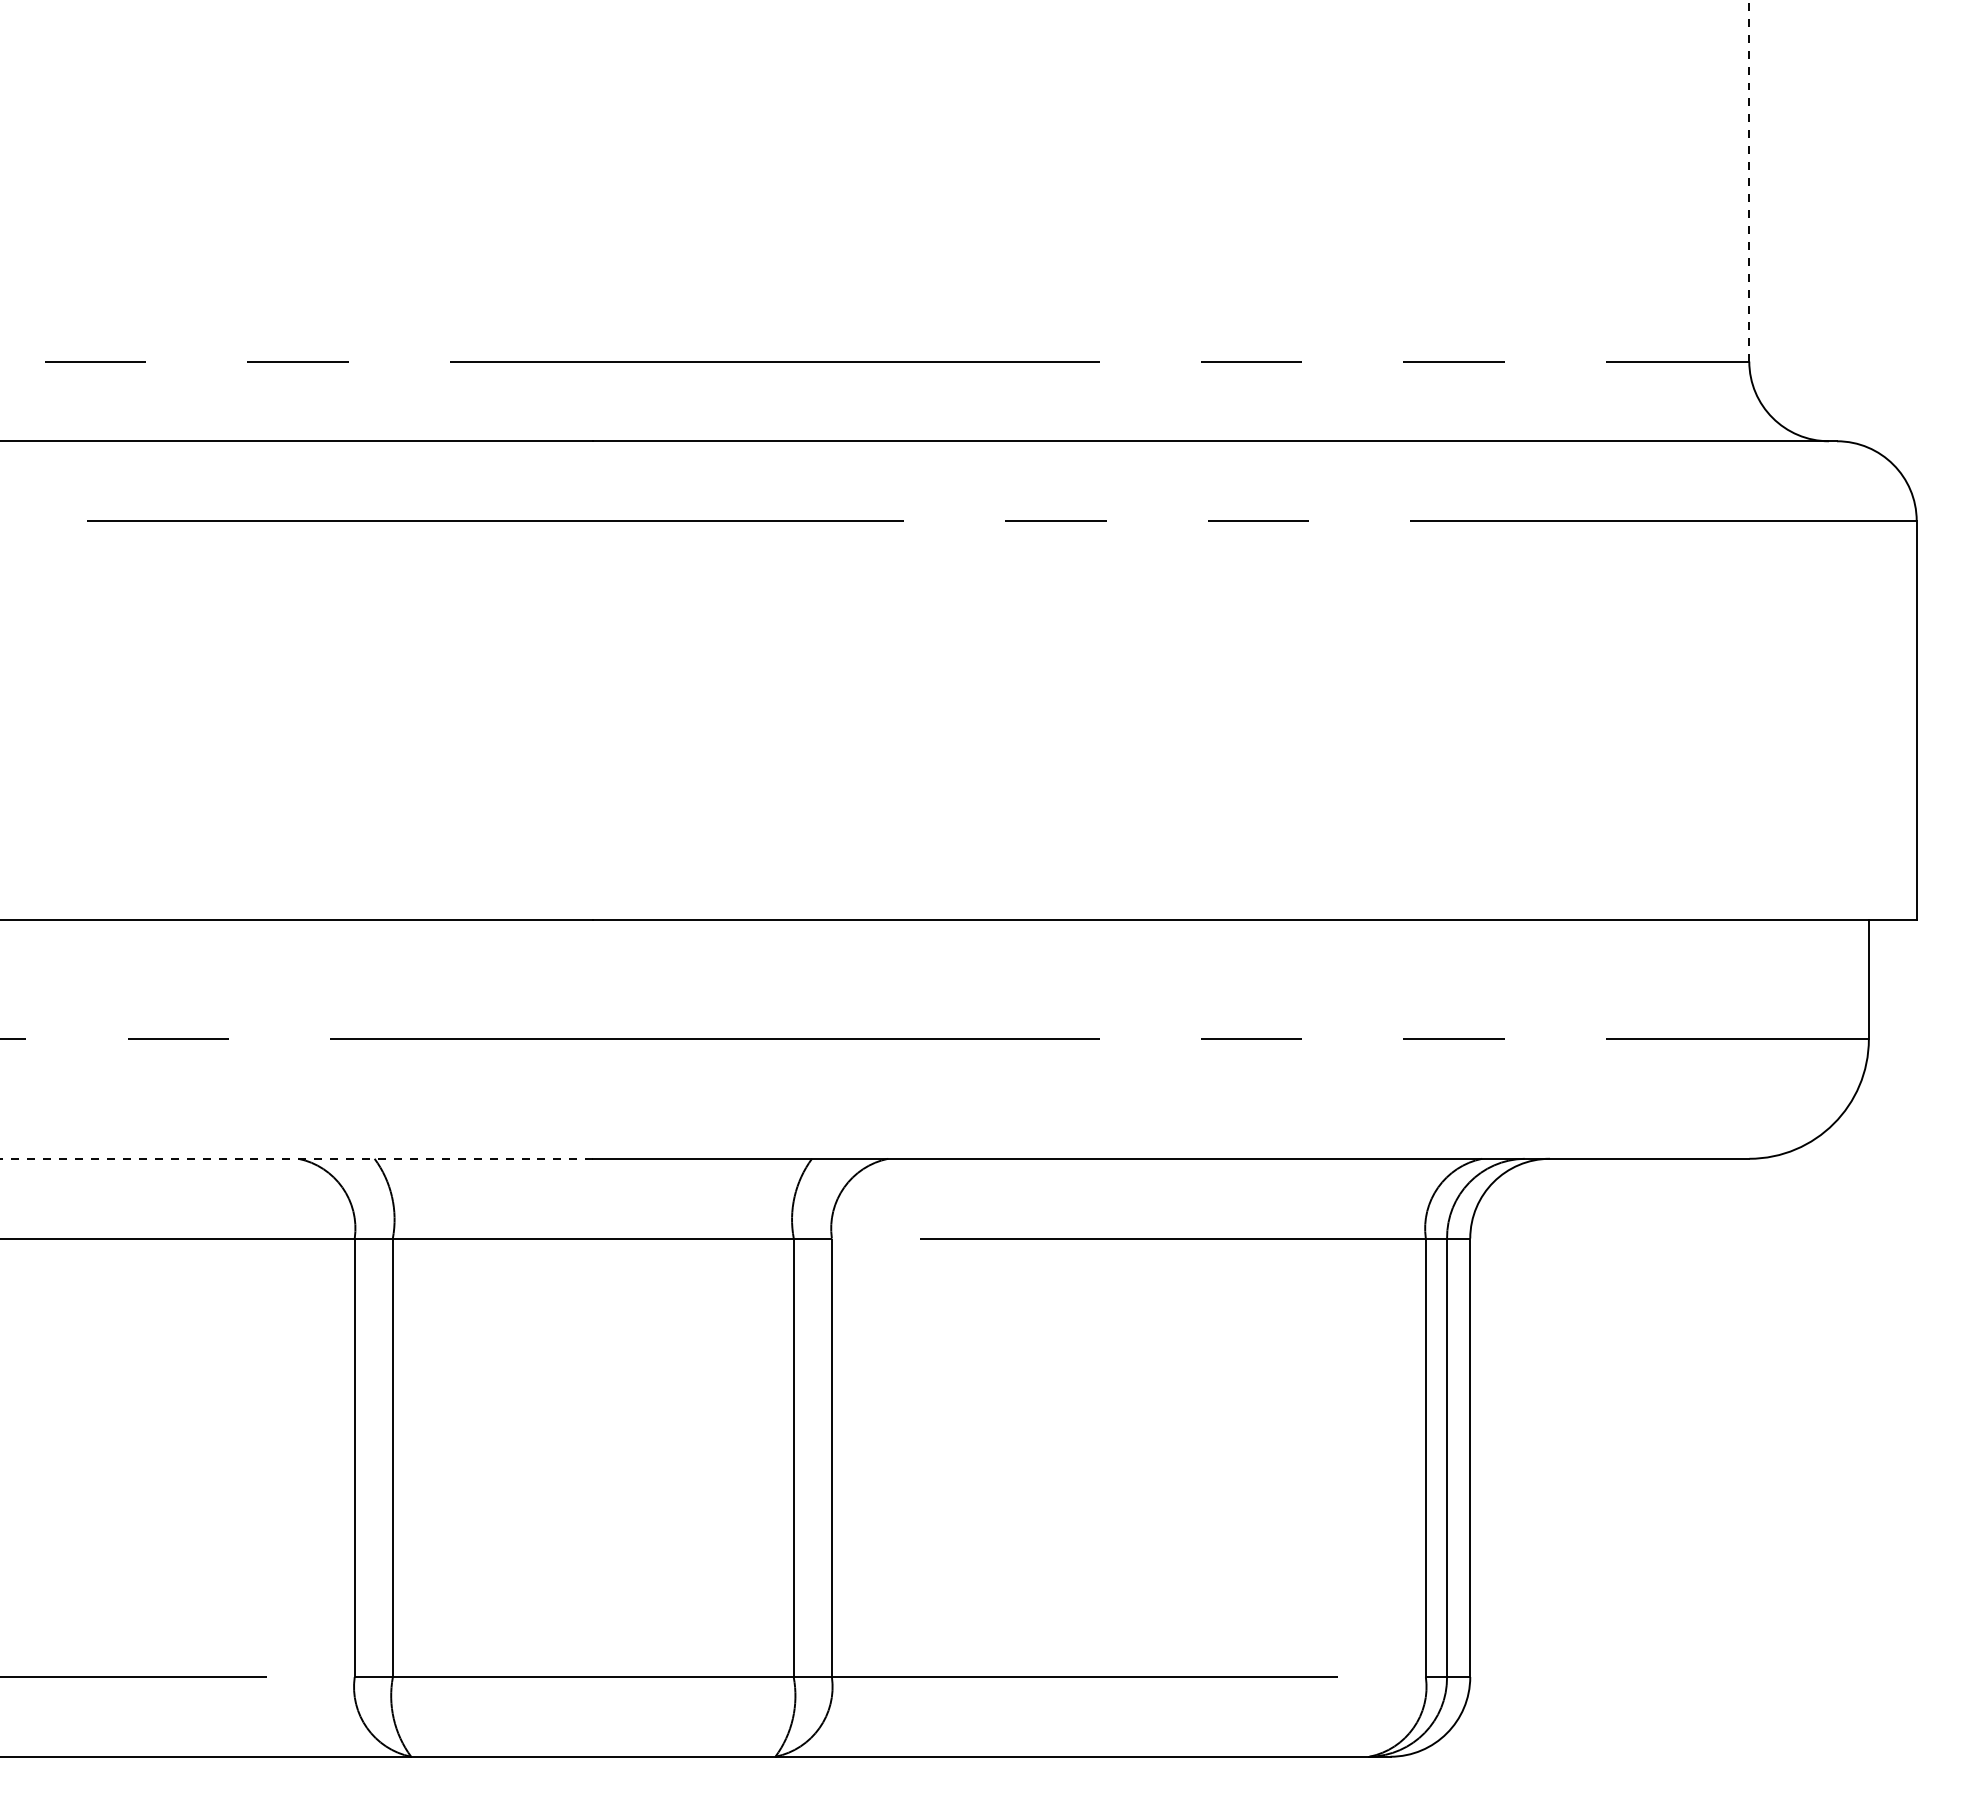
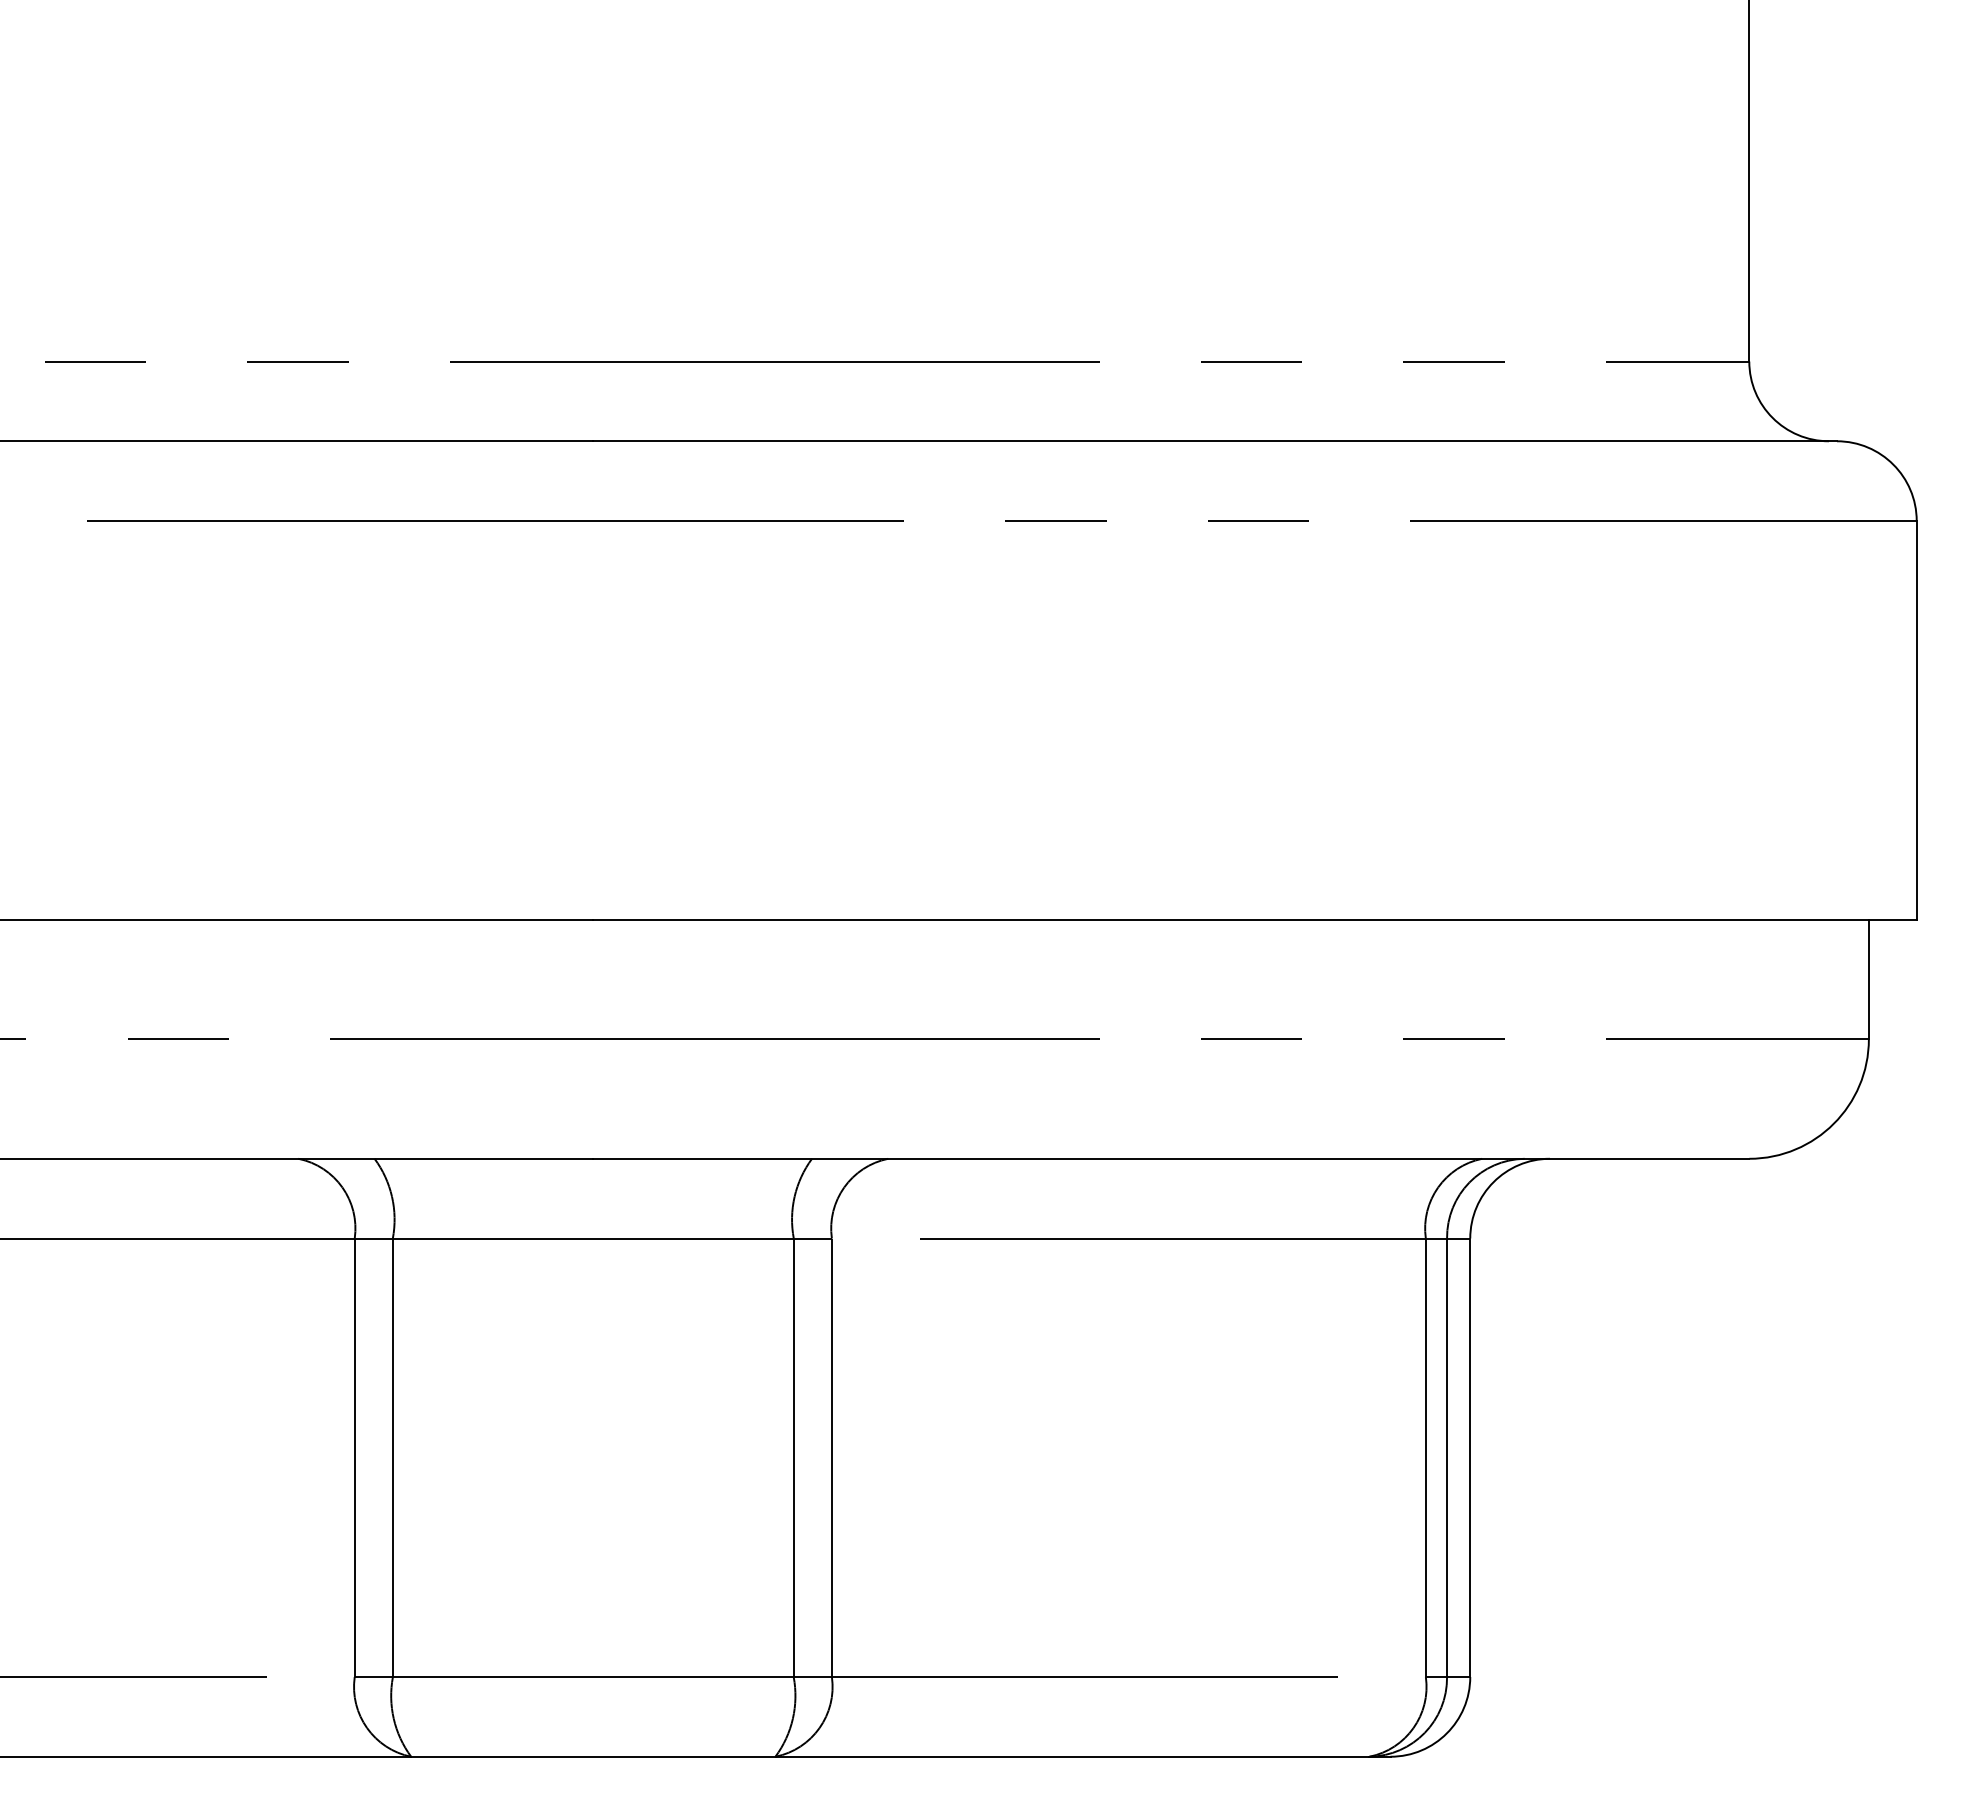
line at (1749, 180): dashed -> solid
line at (297, 1158): dashed -> solid
